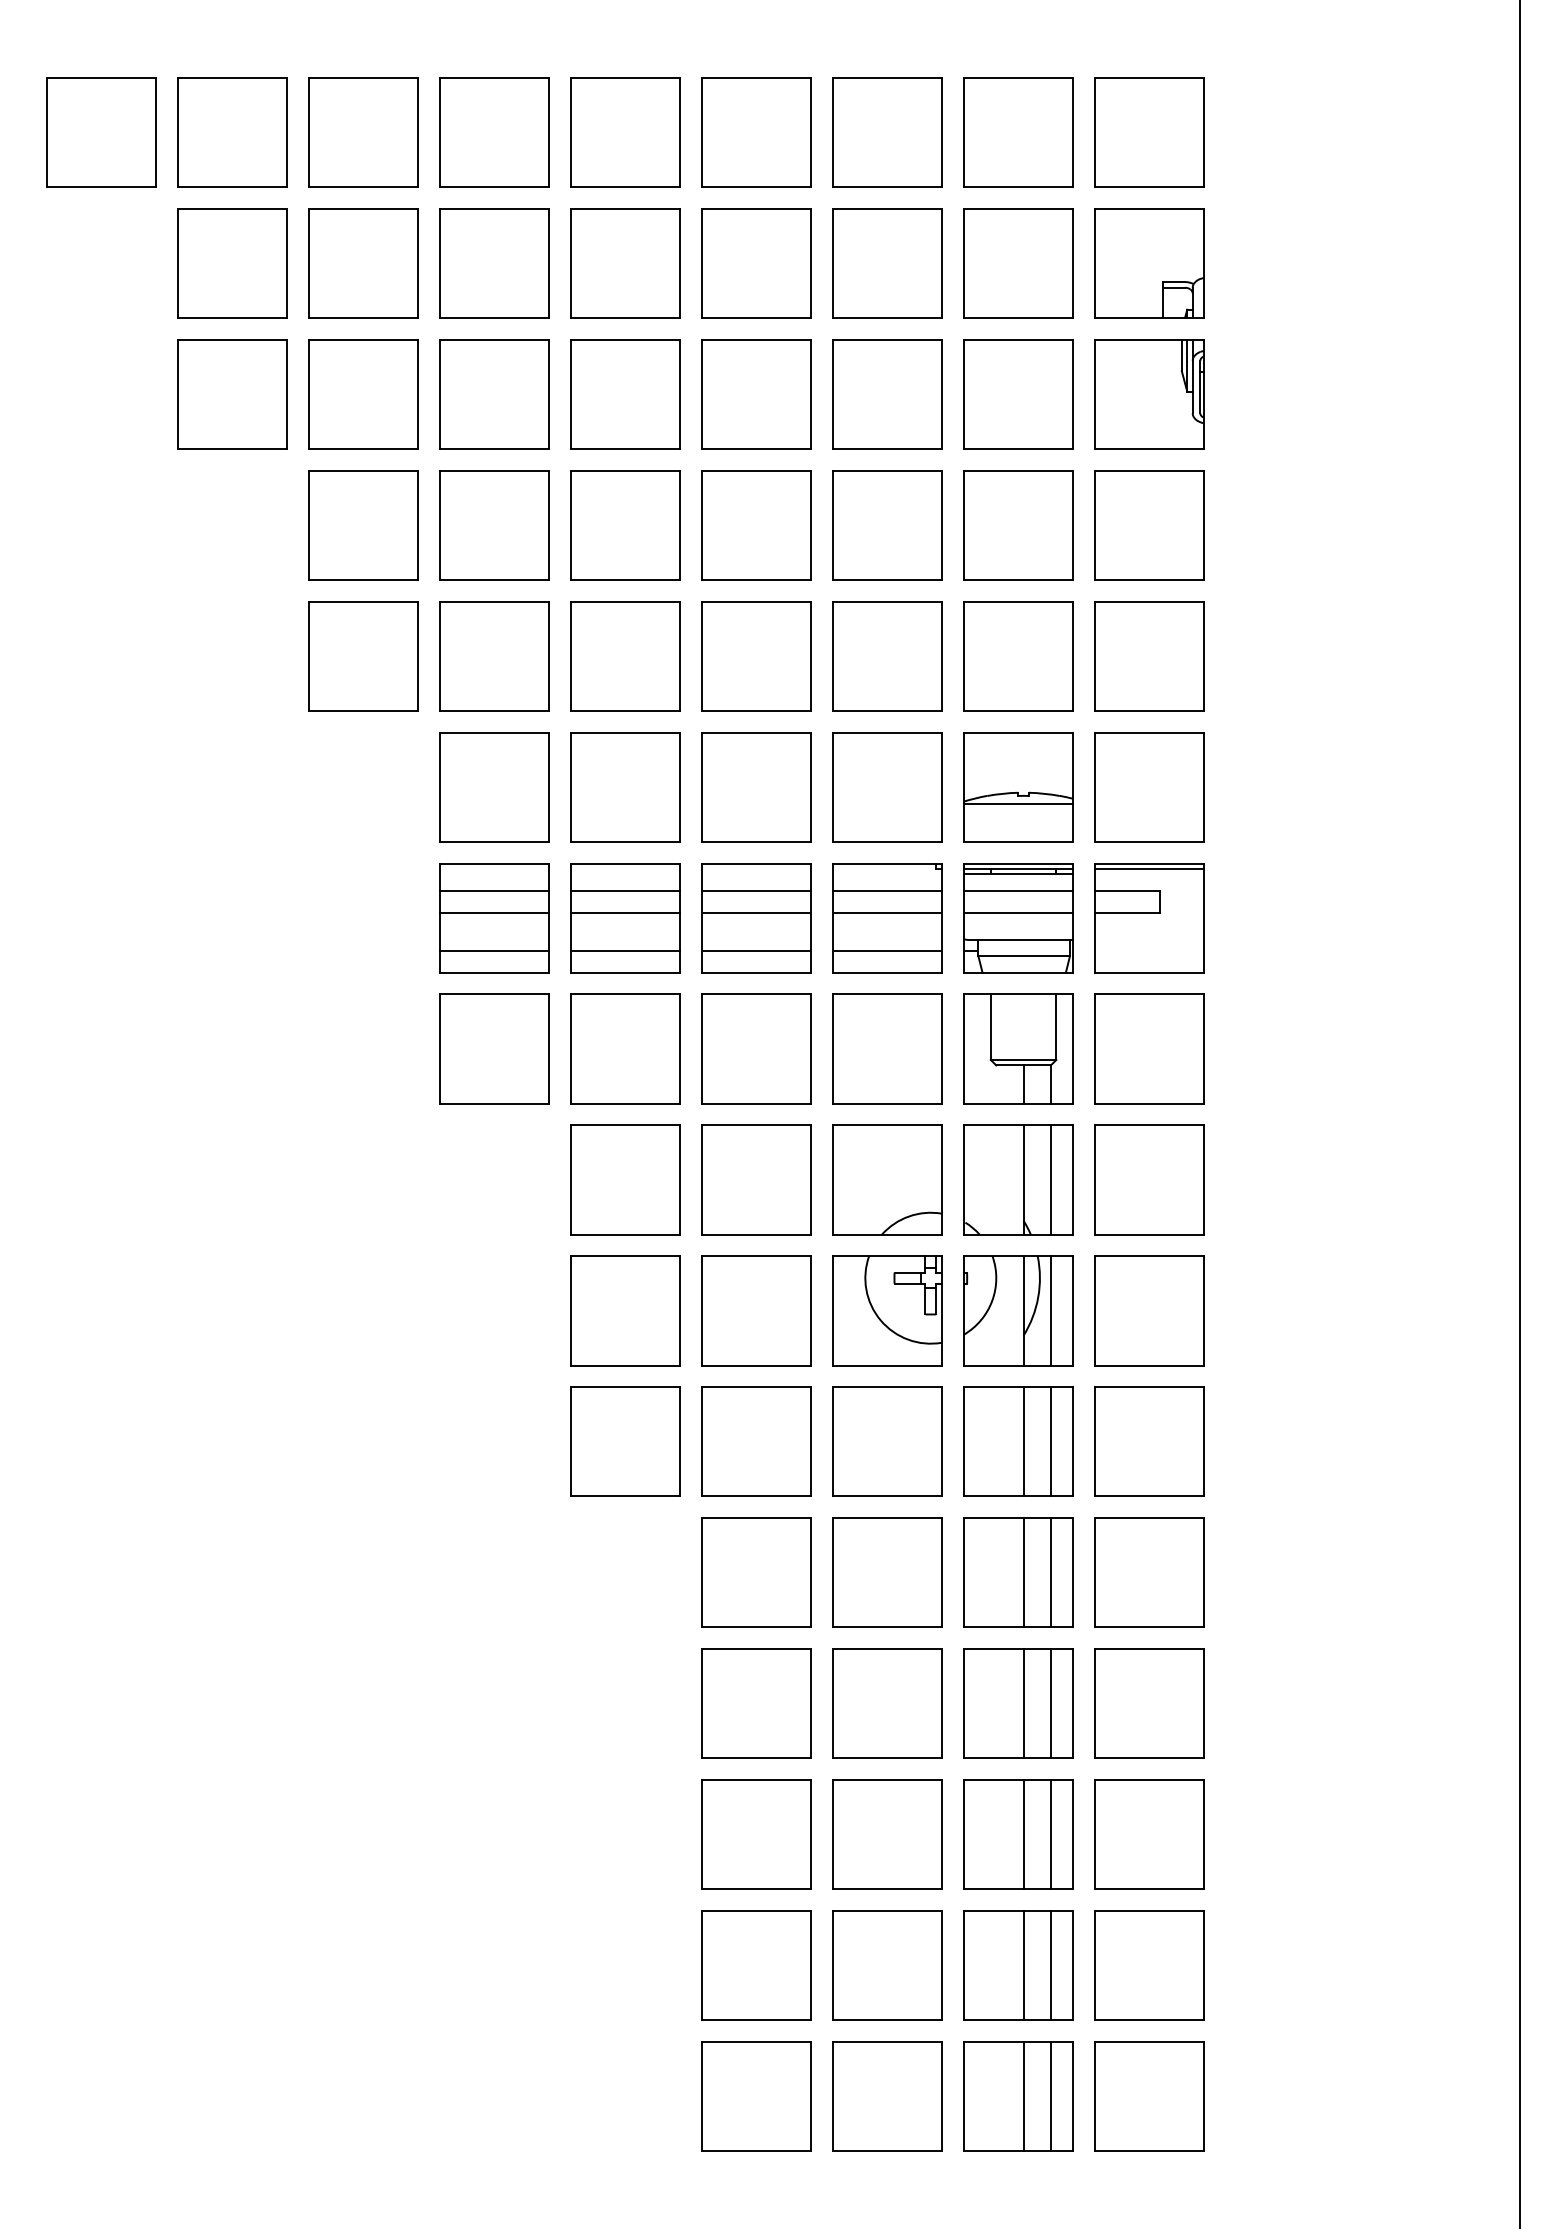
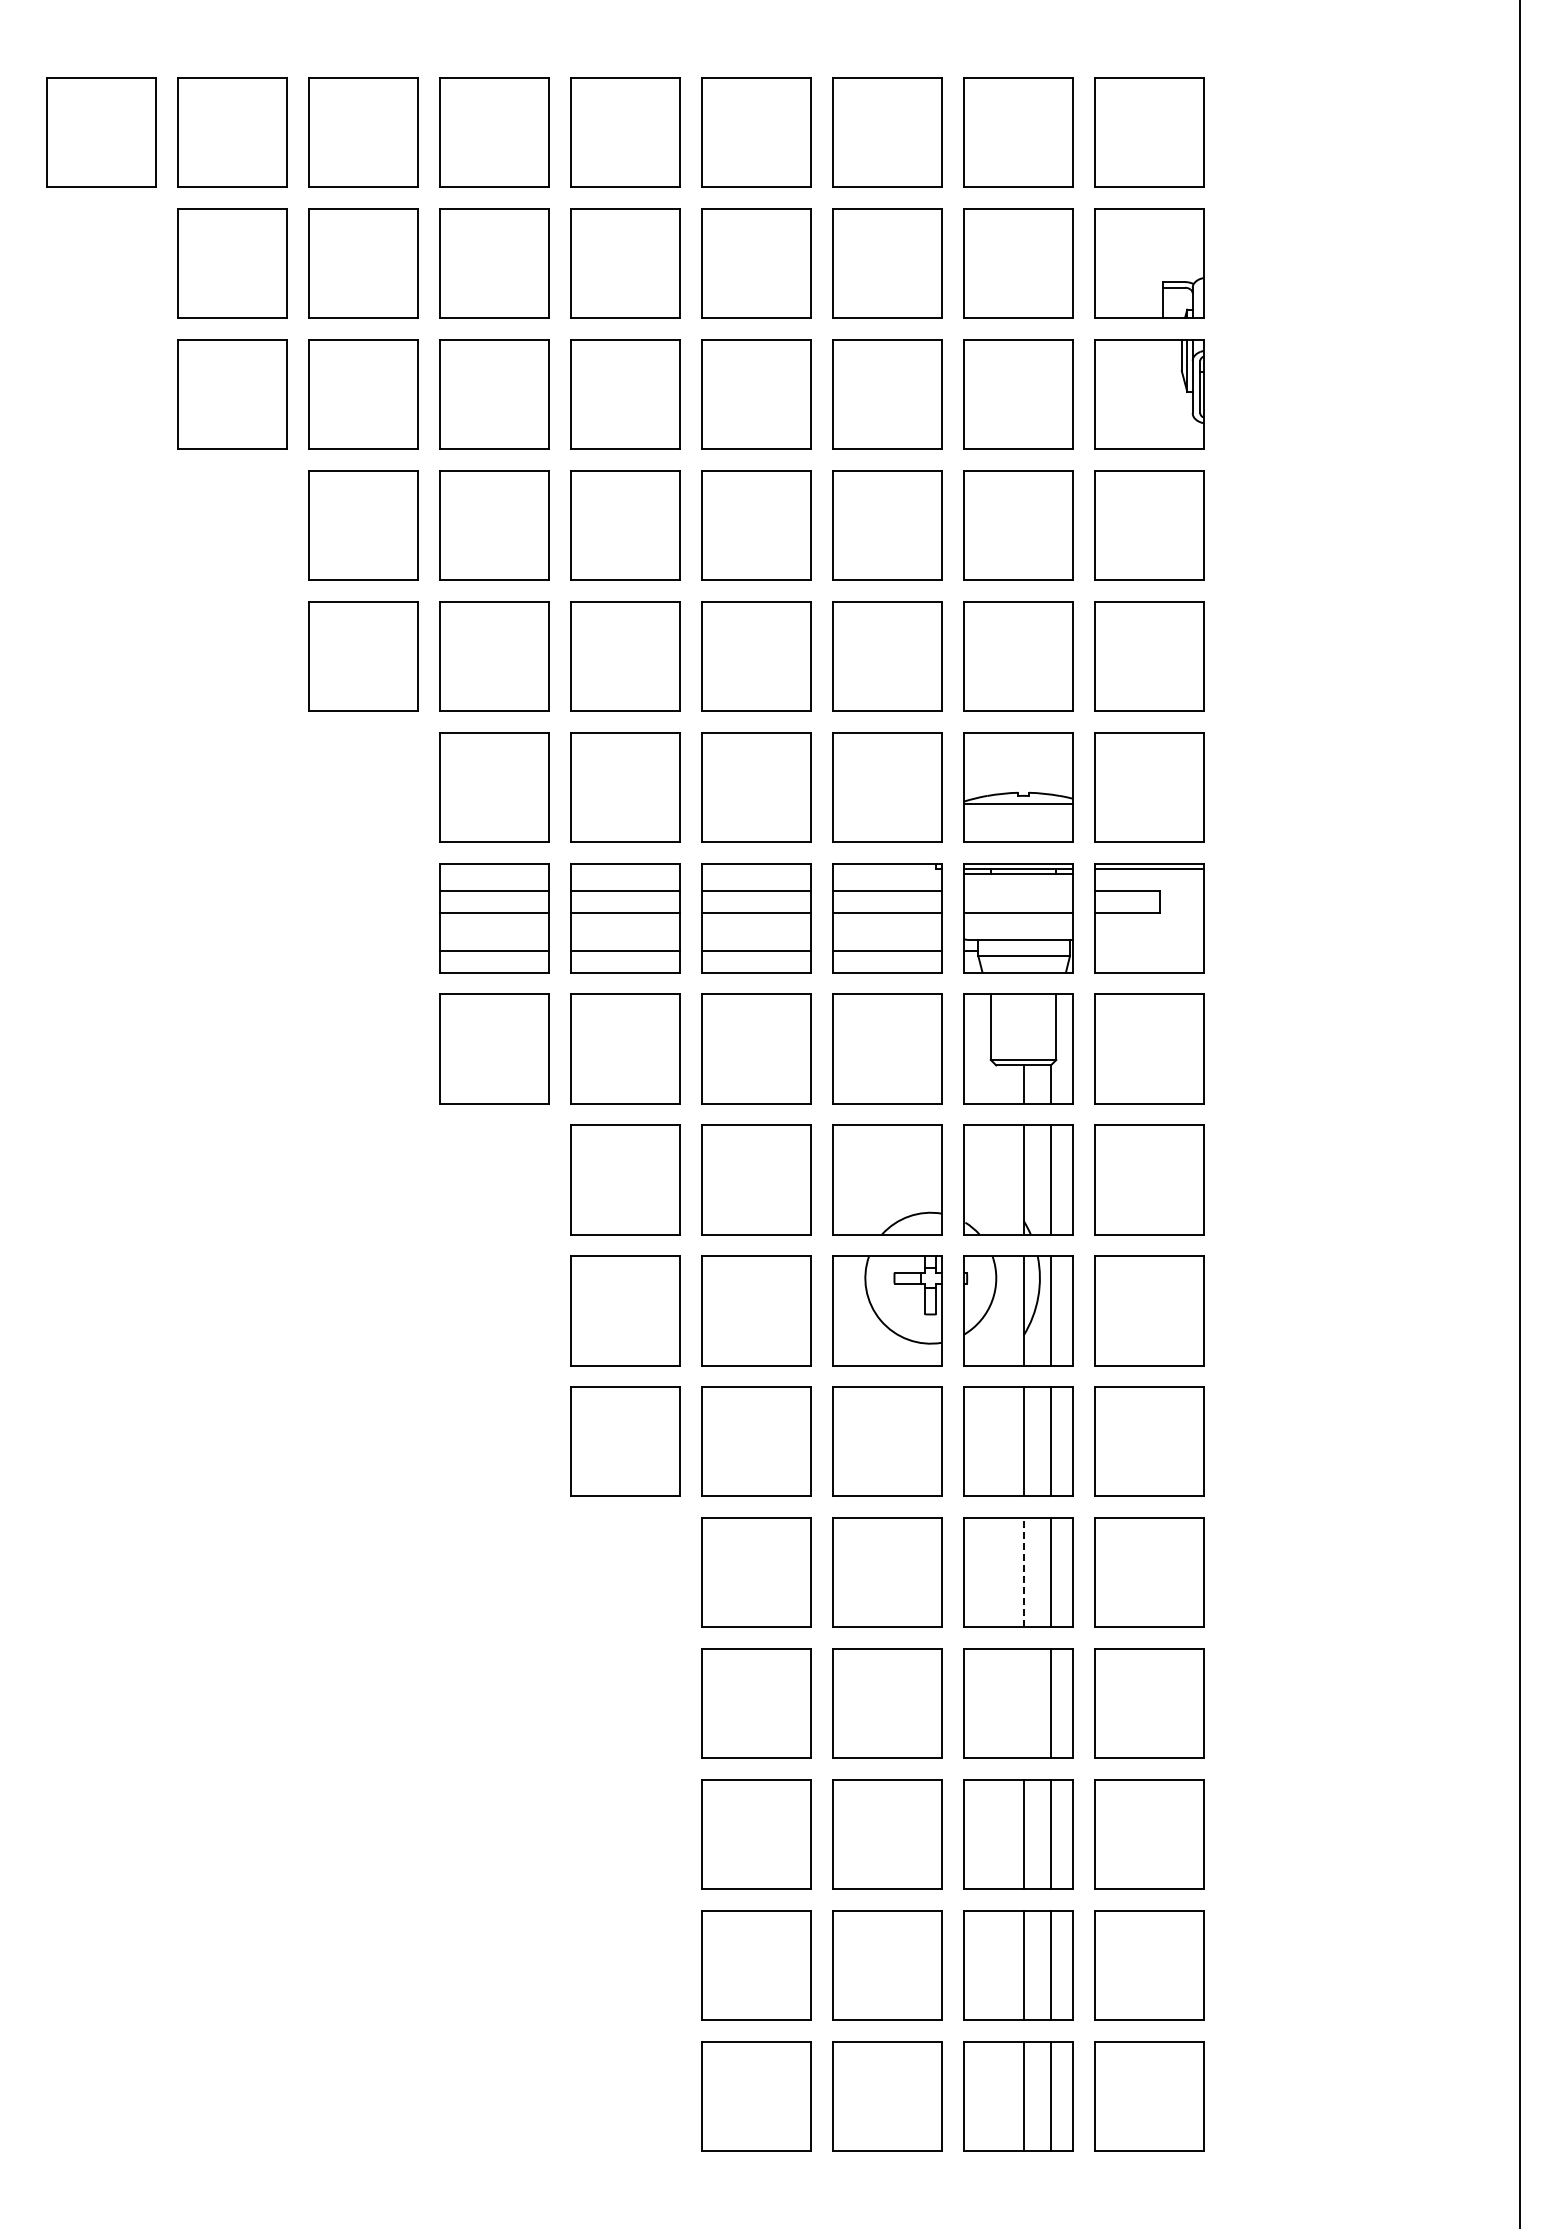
line at (1017, 890): present -> none
line at (1023, 1572): solid -> dashed
line at (1023, 1703): present -> none
